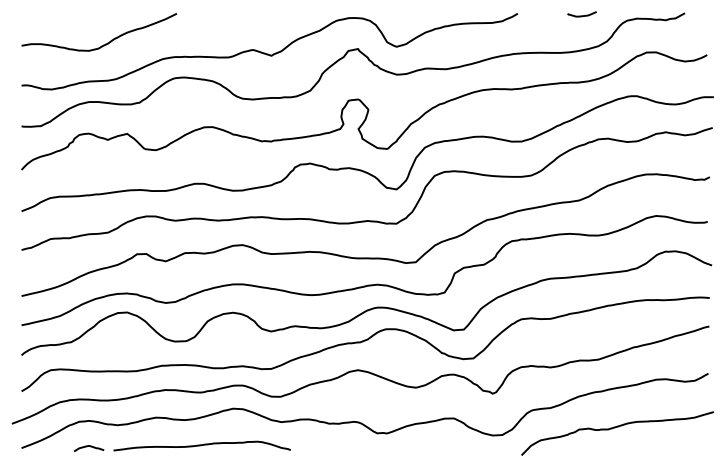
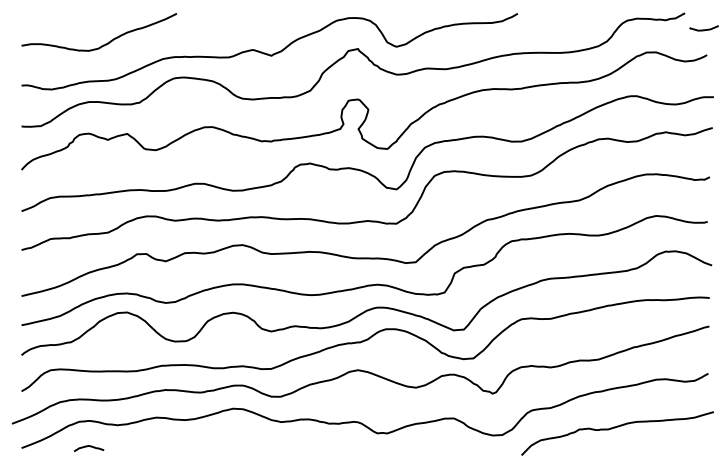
curve at (581, 15) position: (581, 15) -> (703, 29)
curve at (201, 445): present -> none
